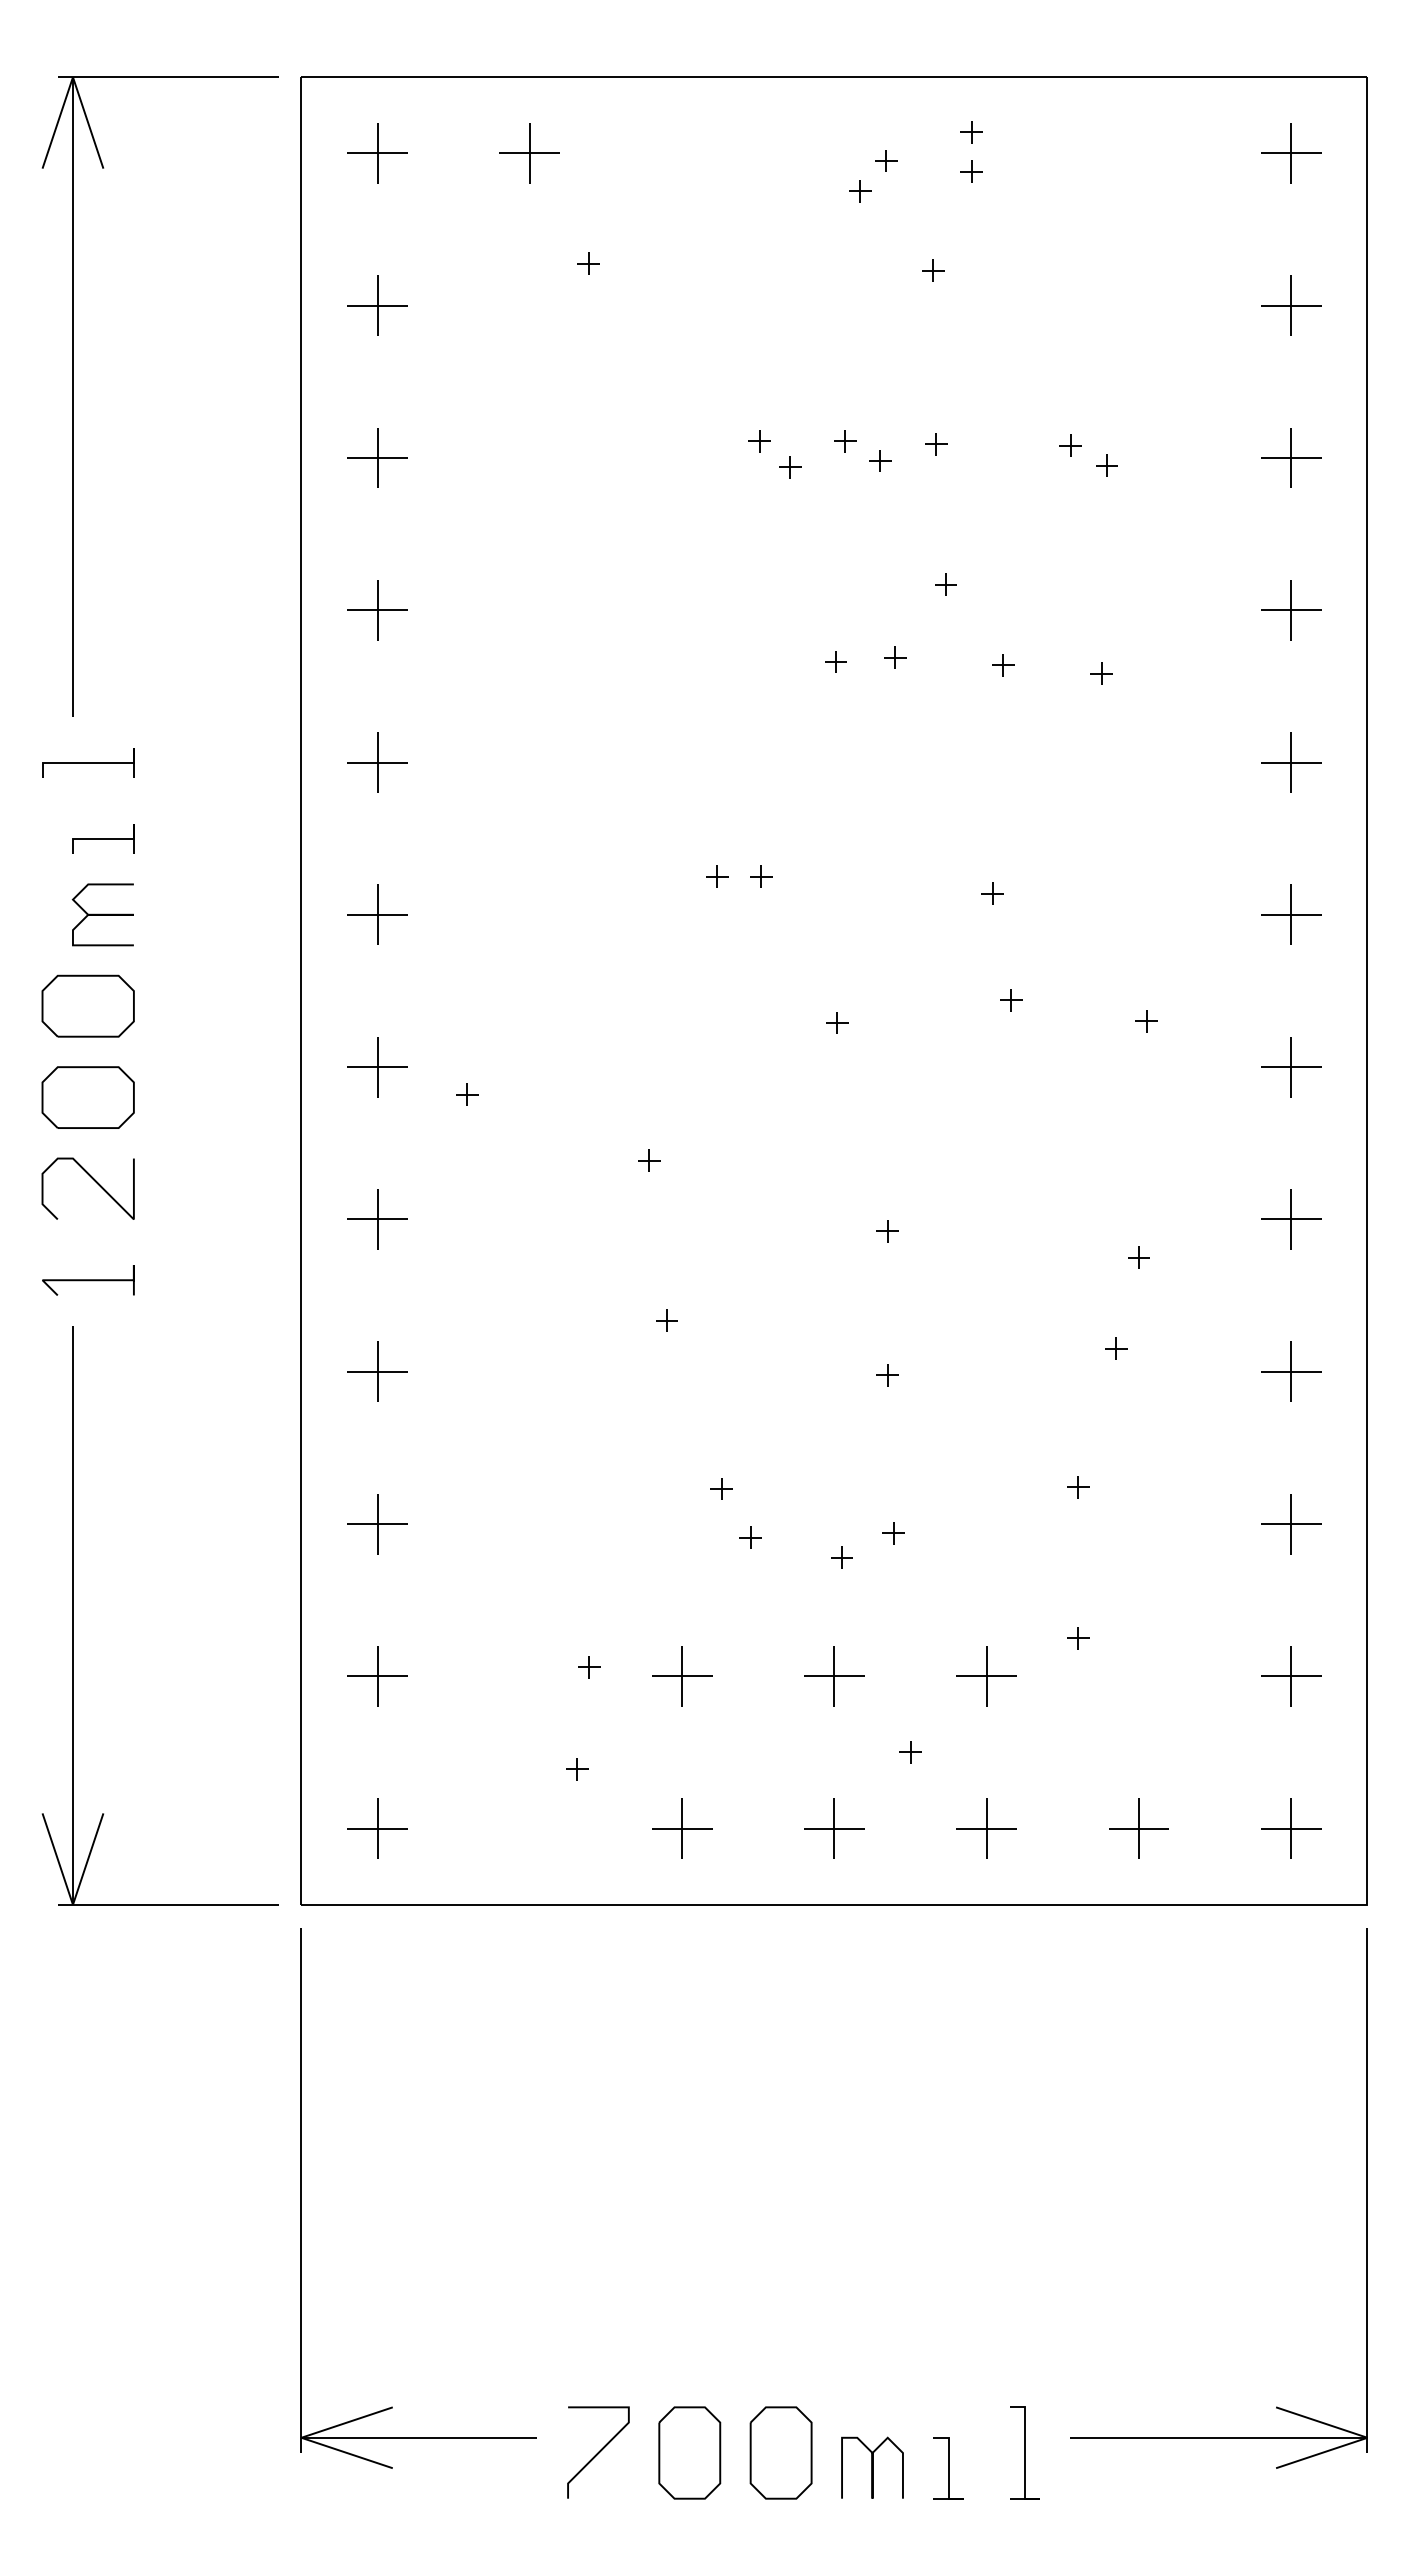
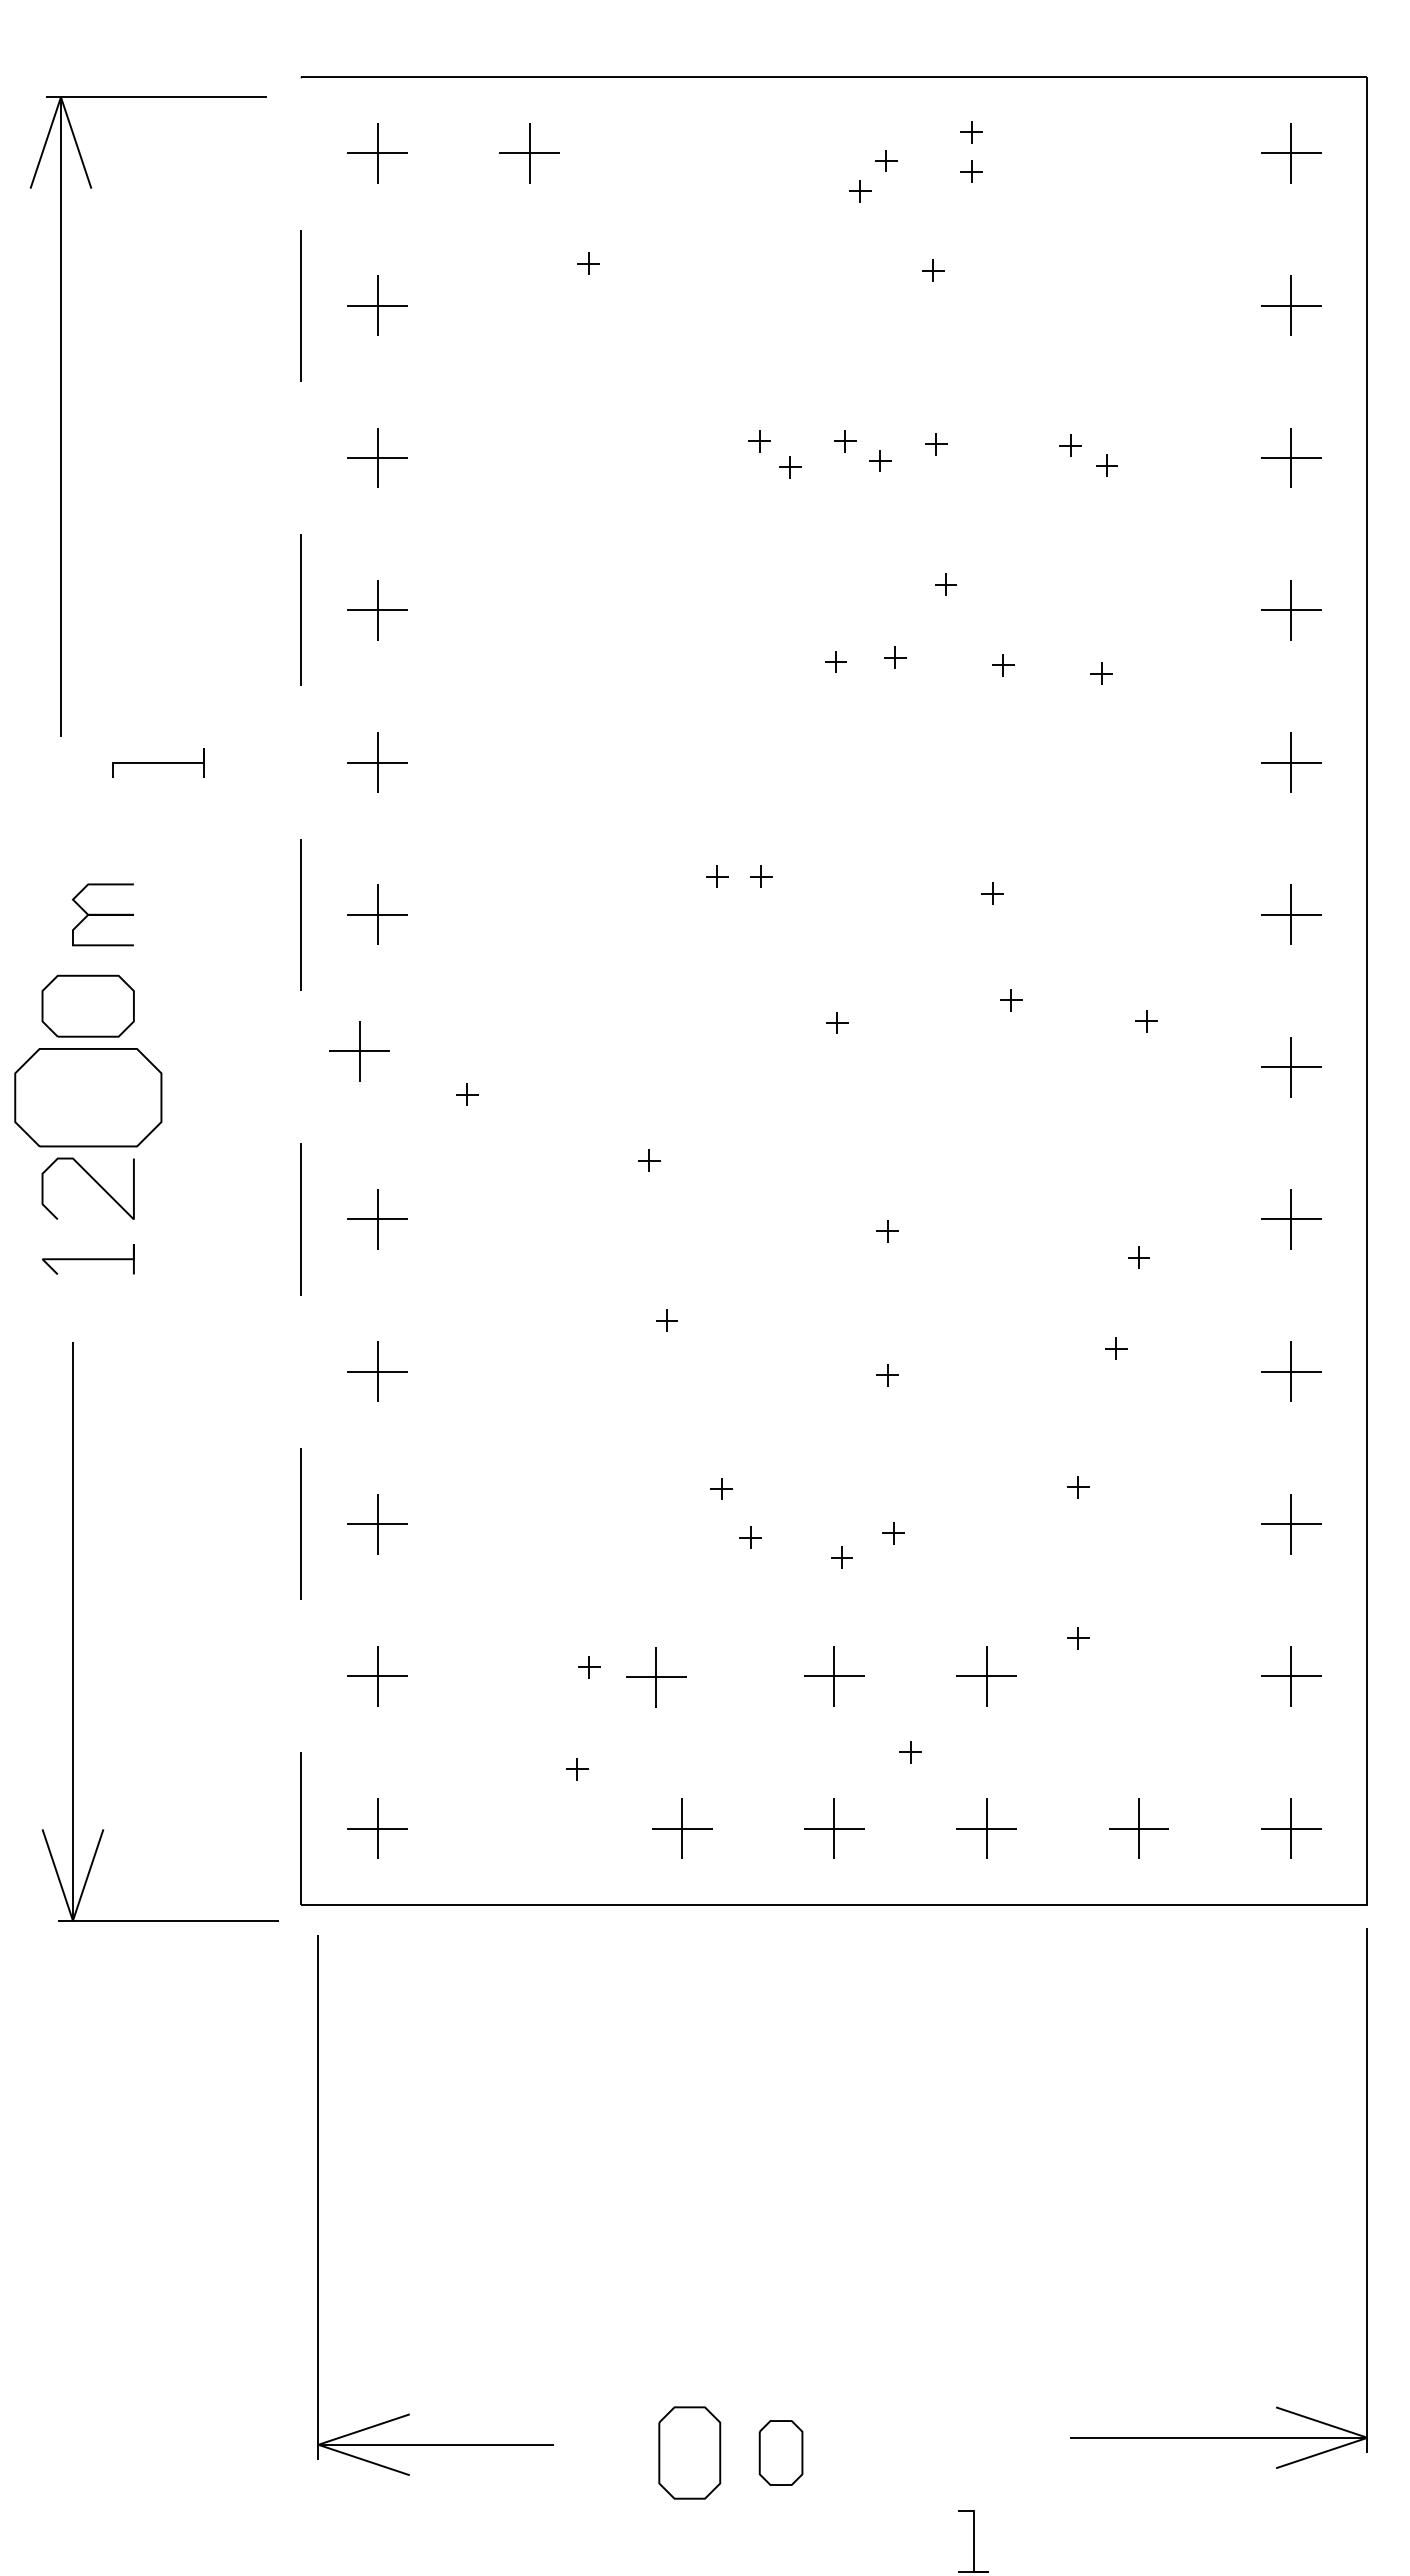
part at (73, 396) position: (73, 396) -> (61, 416)
line at (88, 762) position: (88, 762) -> (158, 762)
line at (103, 838): present -> none
line at (301, 991): solid -> dashed
part at (377, 1067) position: (377, 1067) -> (359, 1051)
part at (87, 1097) size: 94x63 px -> 149x100 px
line at (88, 1280) position: (88, 1280) -> (88, 1259)
part at (73, 1615) position: (73, 1615) -> (73, 1631)
part at (682, 1676) position: (682, 1676) -> (656, 1677)
part at (301, 2198) position: (301, 2198) -> (318, 2205)
line at (598, 2452): present -> none
part at (780, 2452) size: 64x94 px -> 46x66 px
line at (1024, 2452): present -> none
curve at (872, 2467): present -> none
line at (948, 2468) position: (948, 2468) -> (973, 2541)
